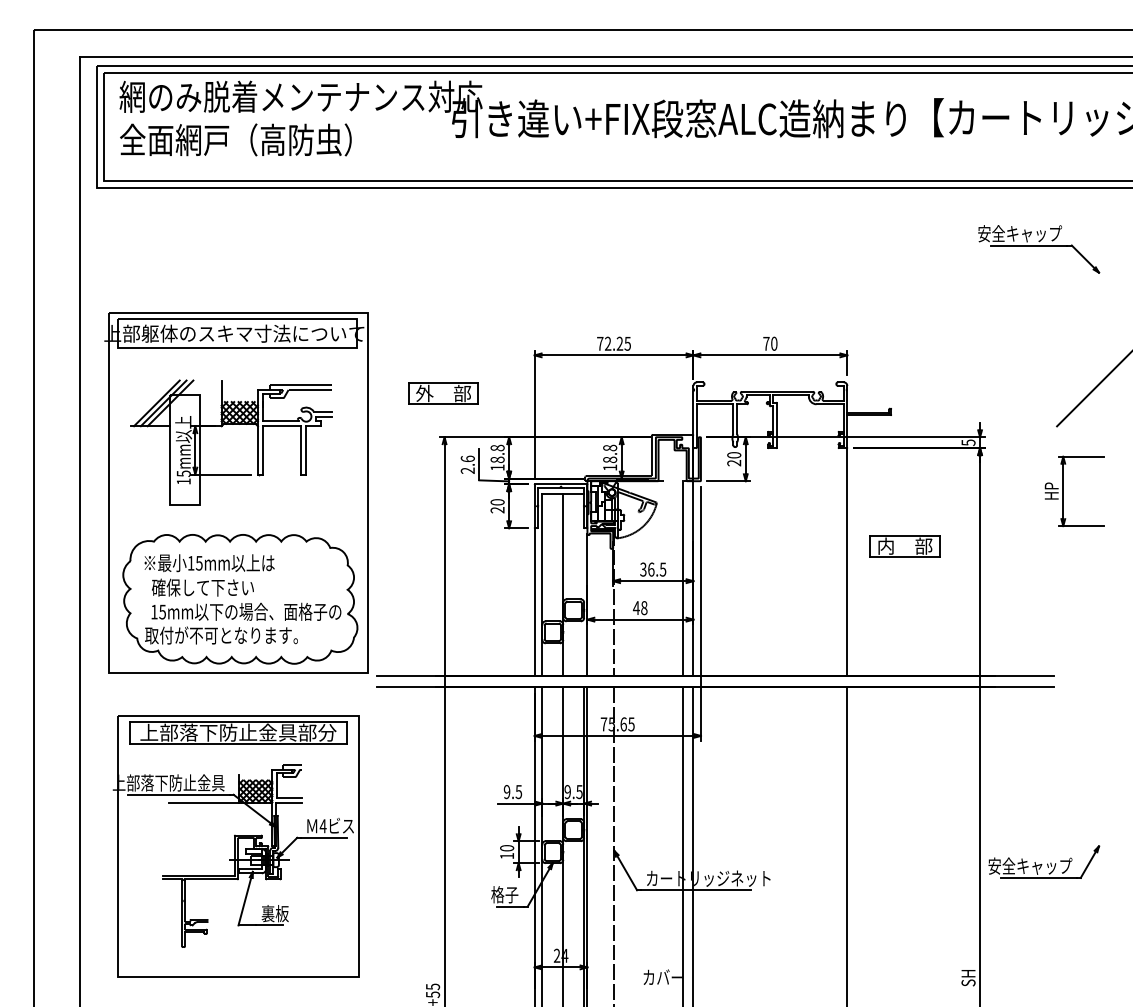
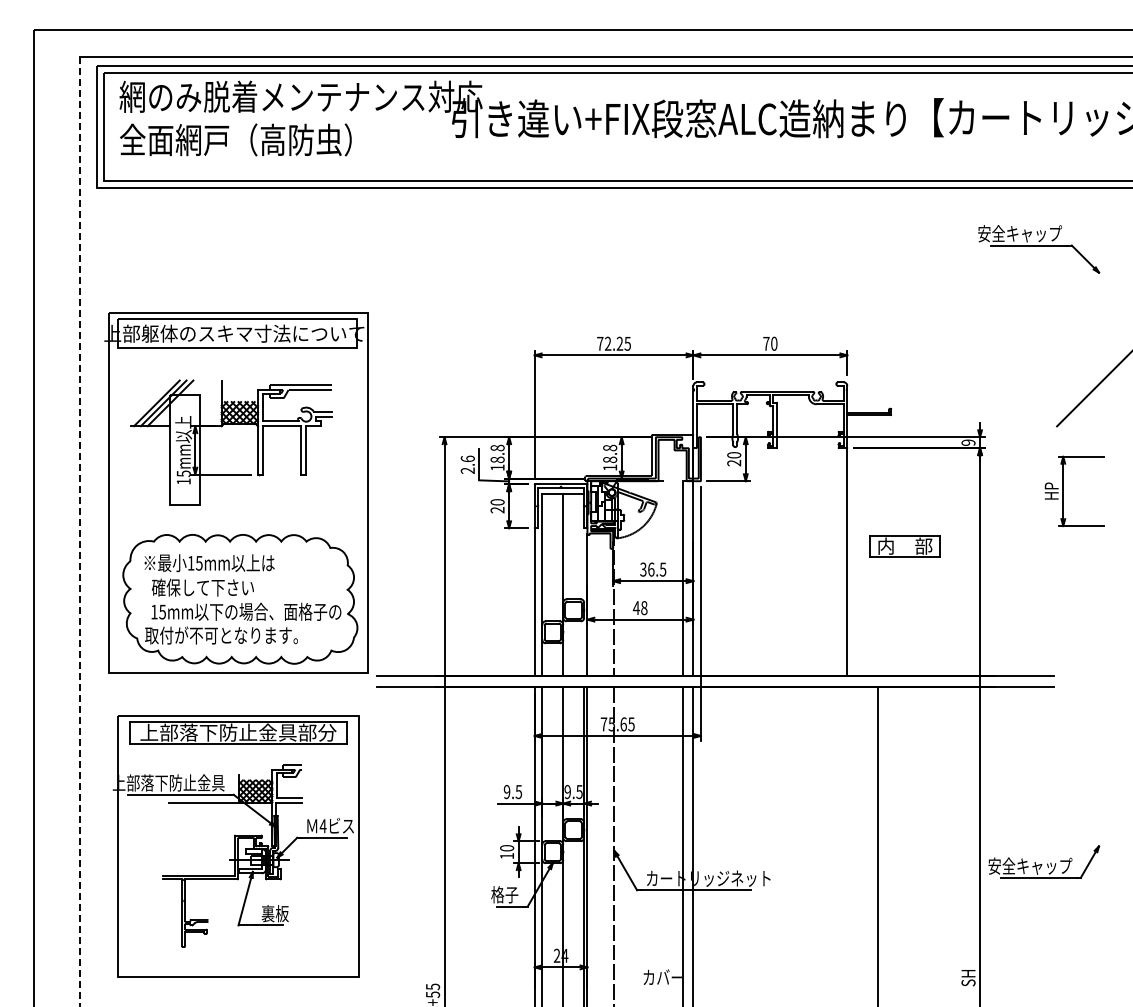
part at (443, 393): present -> none
text at (968, 442): 5 -> 9
line at (80, 531): solid -> dashed
line at (847, 845) position: (847, 845) -> (878, 845)
